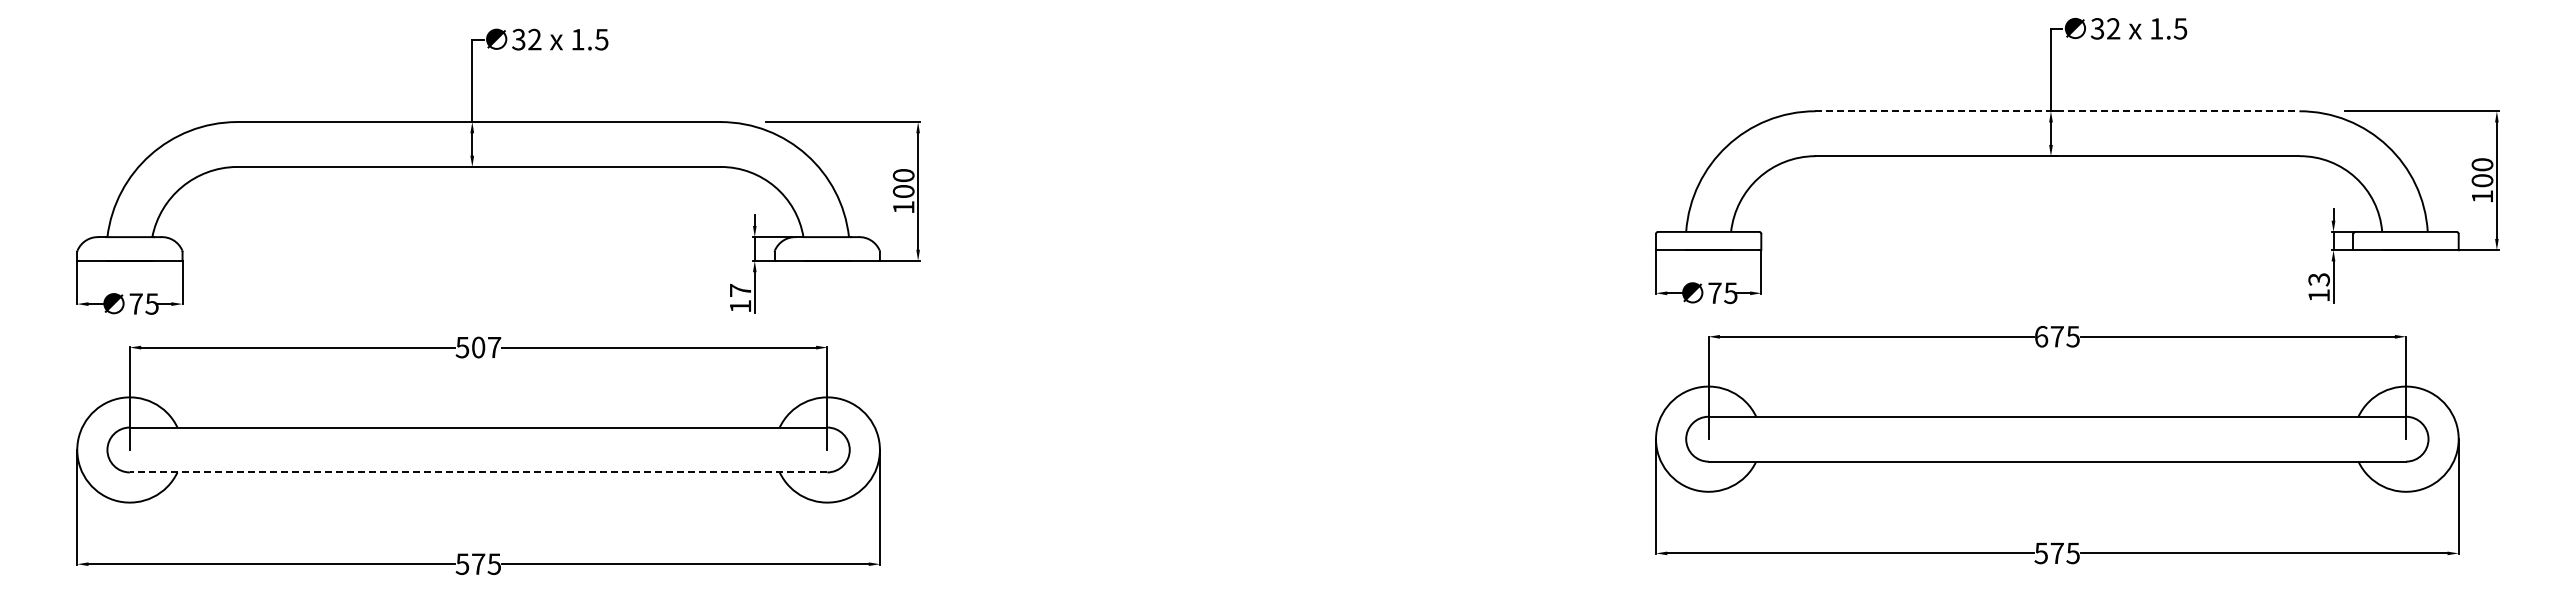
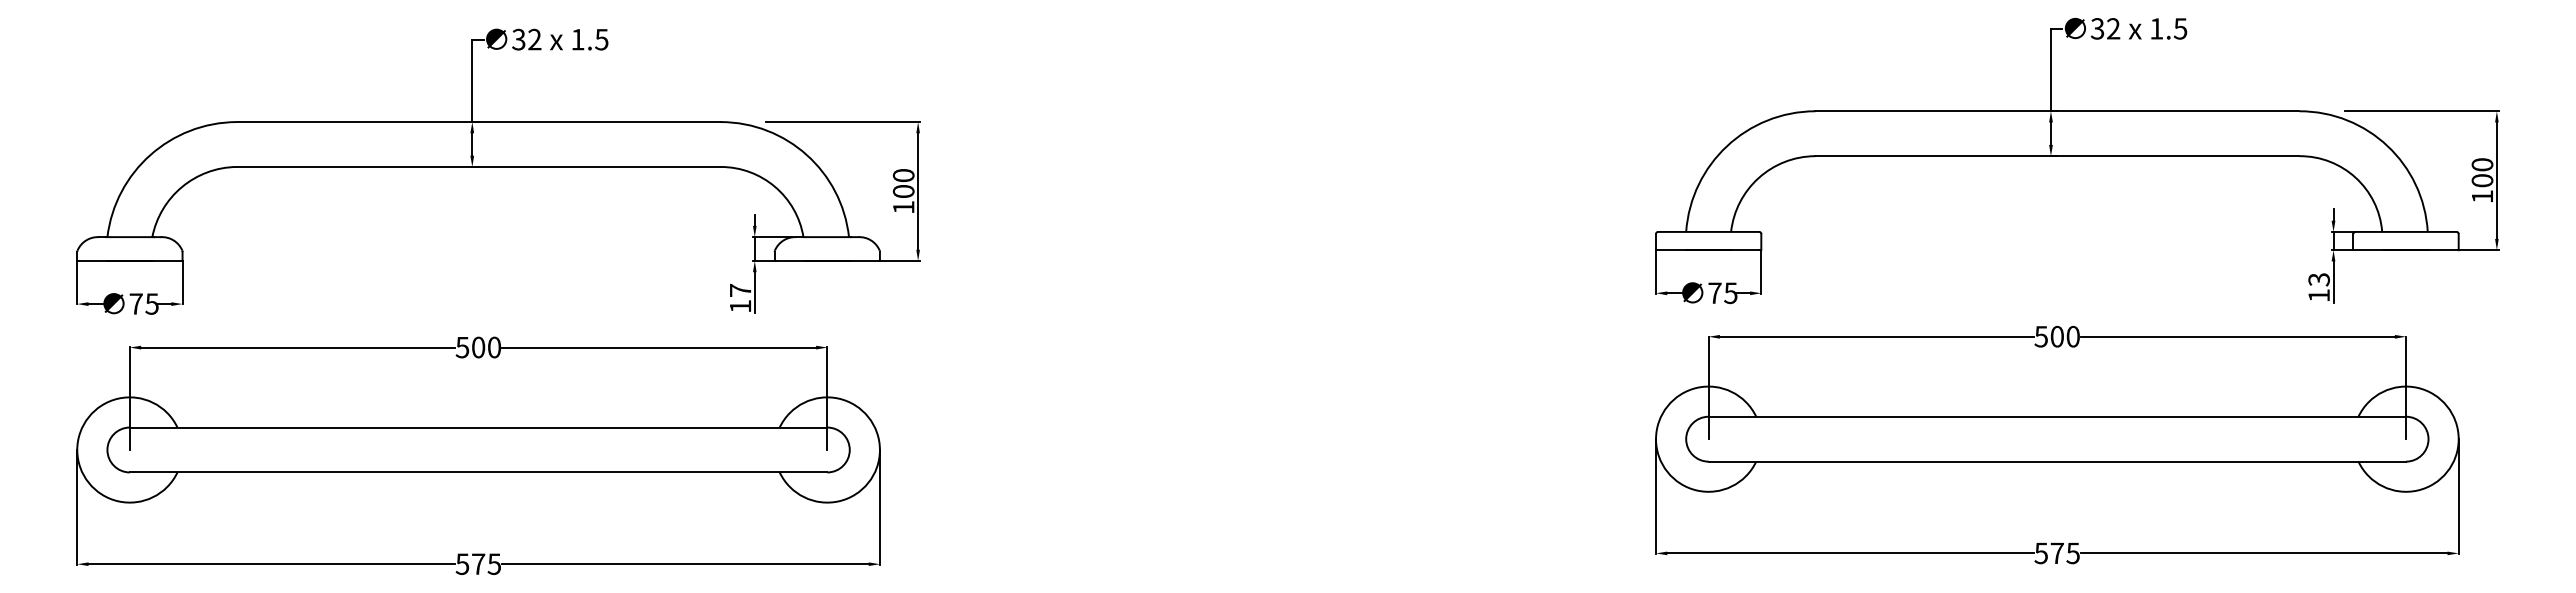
line at (2057, 111): dashed -> solid
text at (2056, 336): 675 -> 500
text at (494, 347): 507 -> 500
line at (478, 472): dashed -> solid
